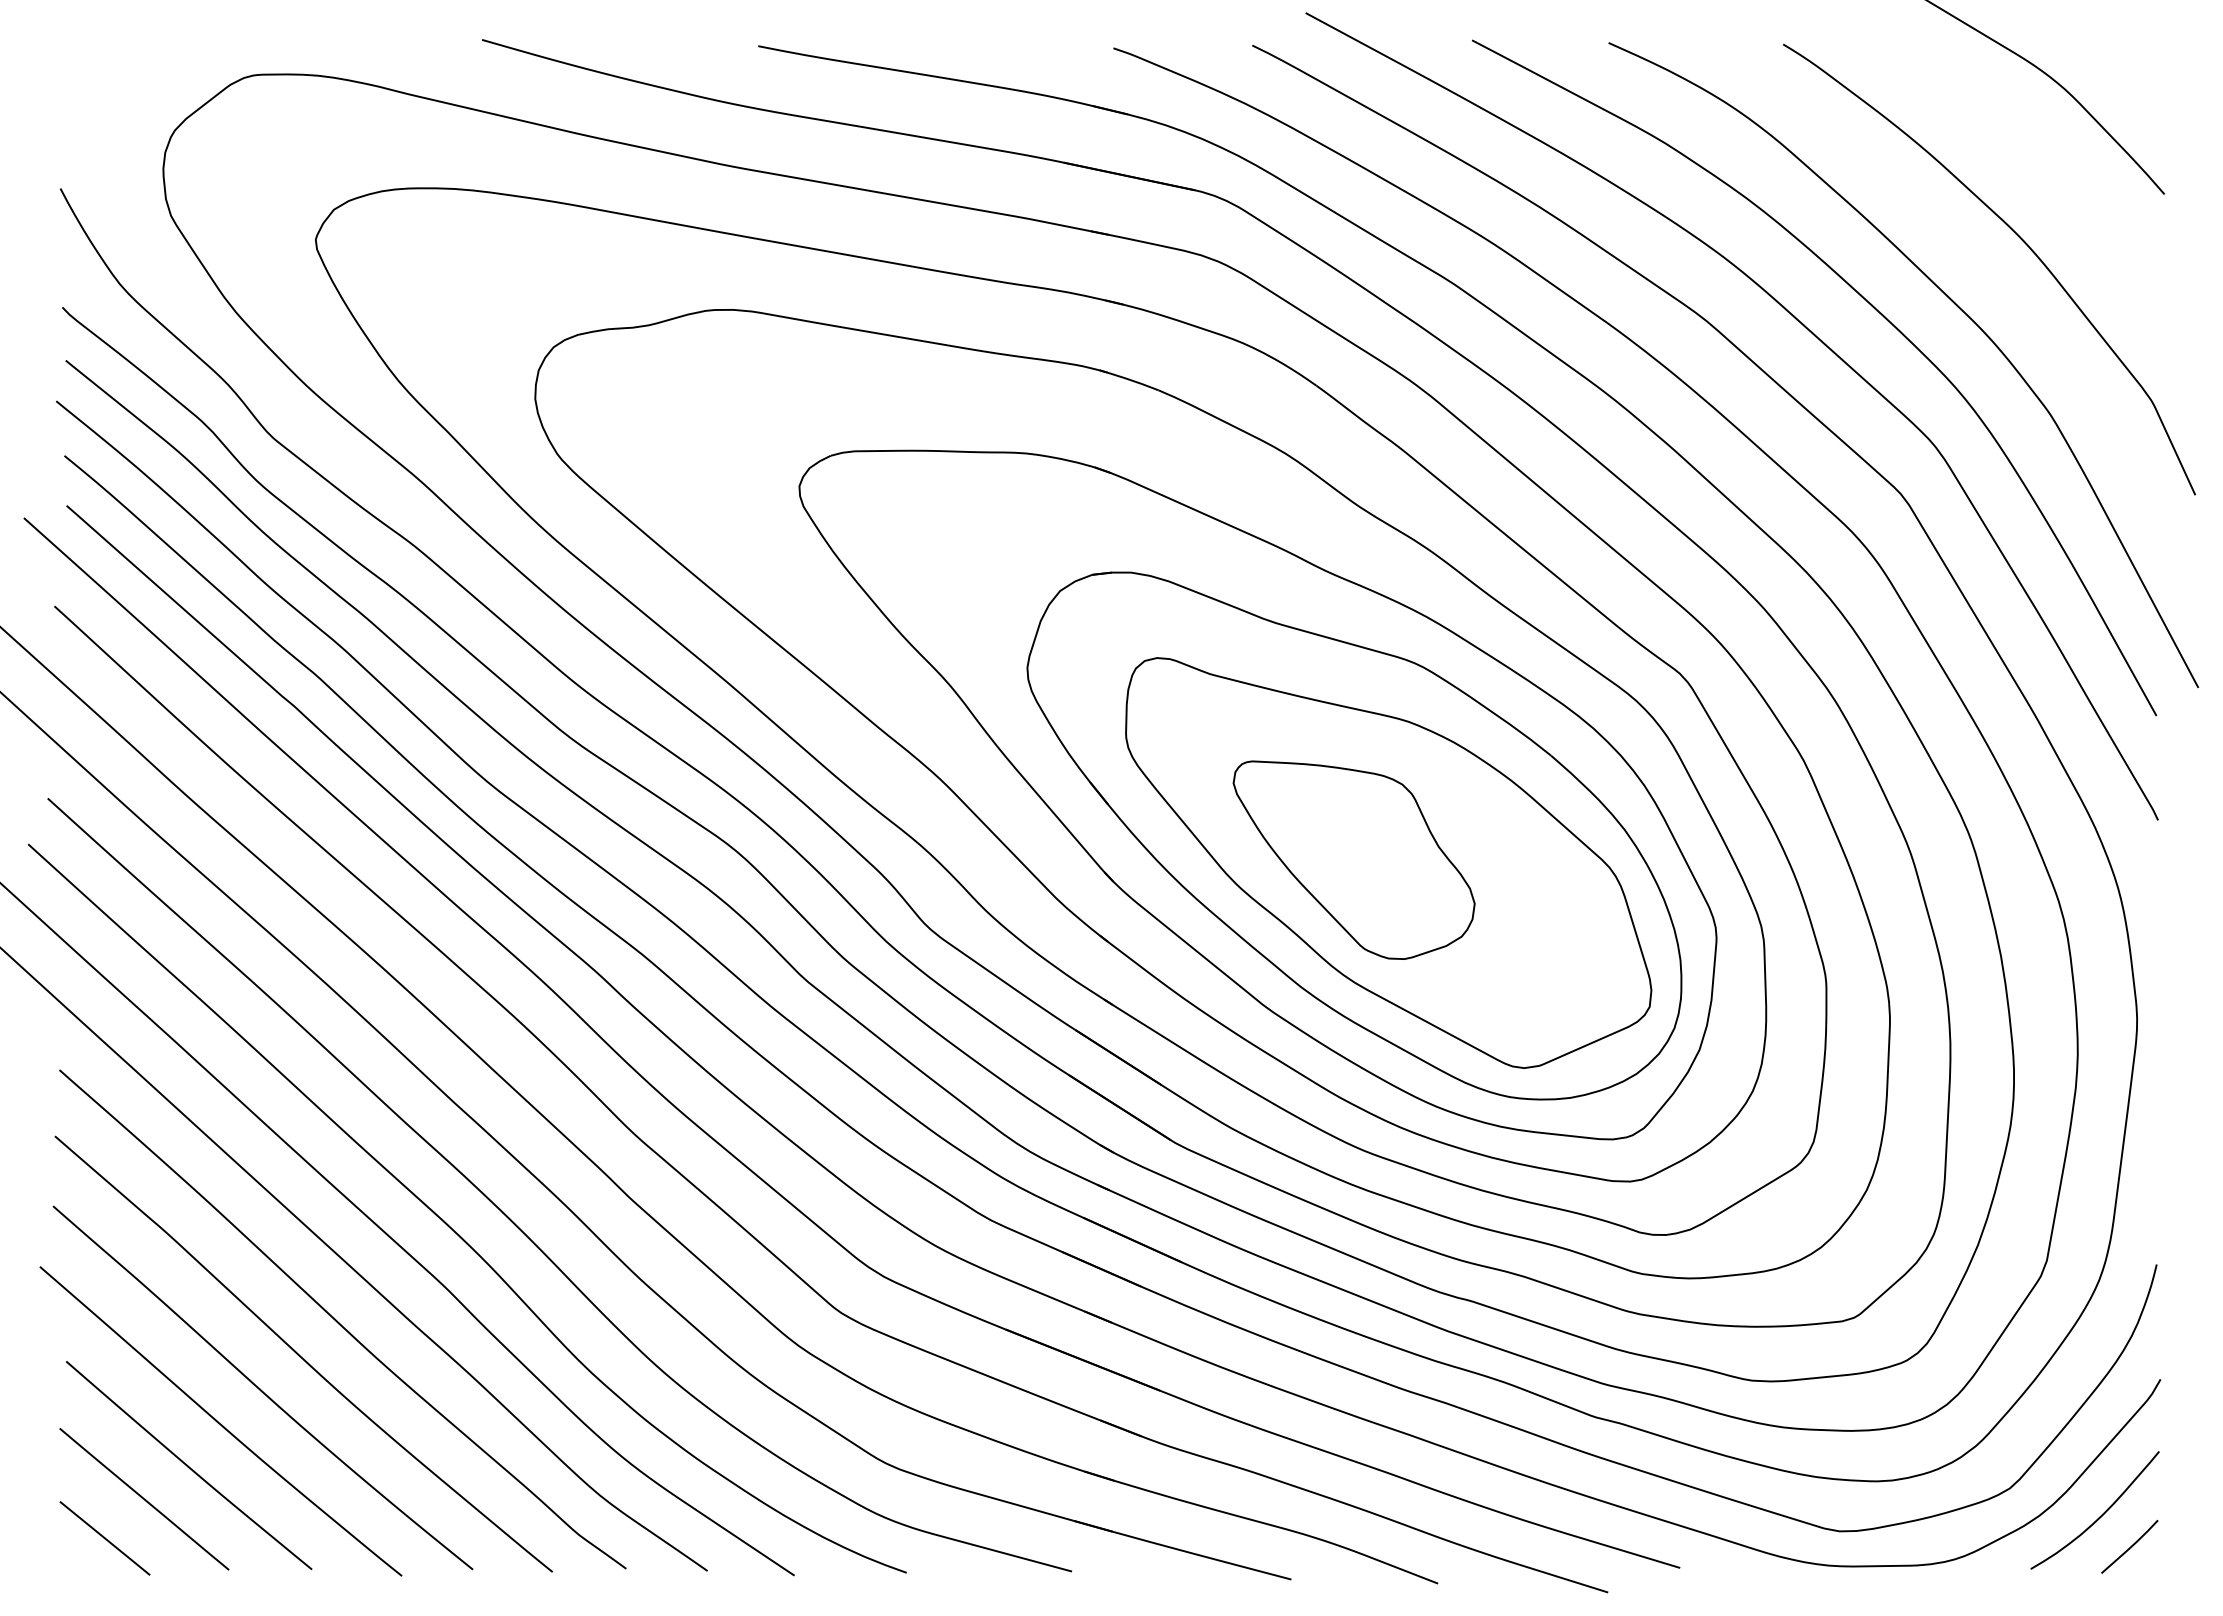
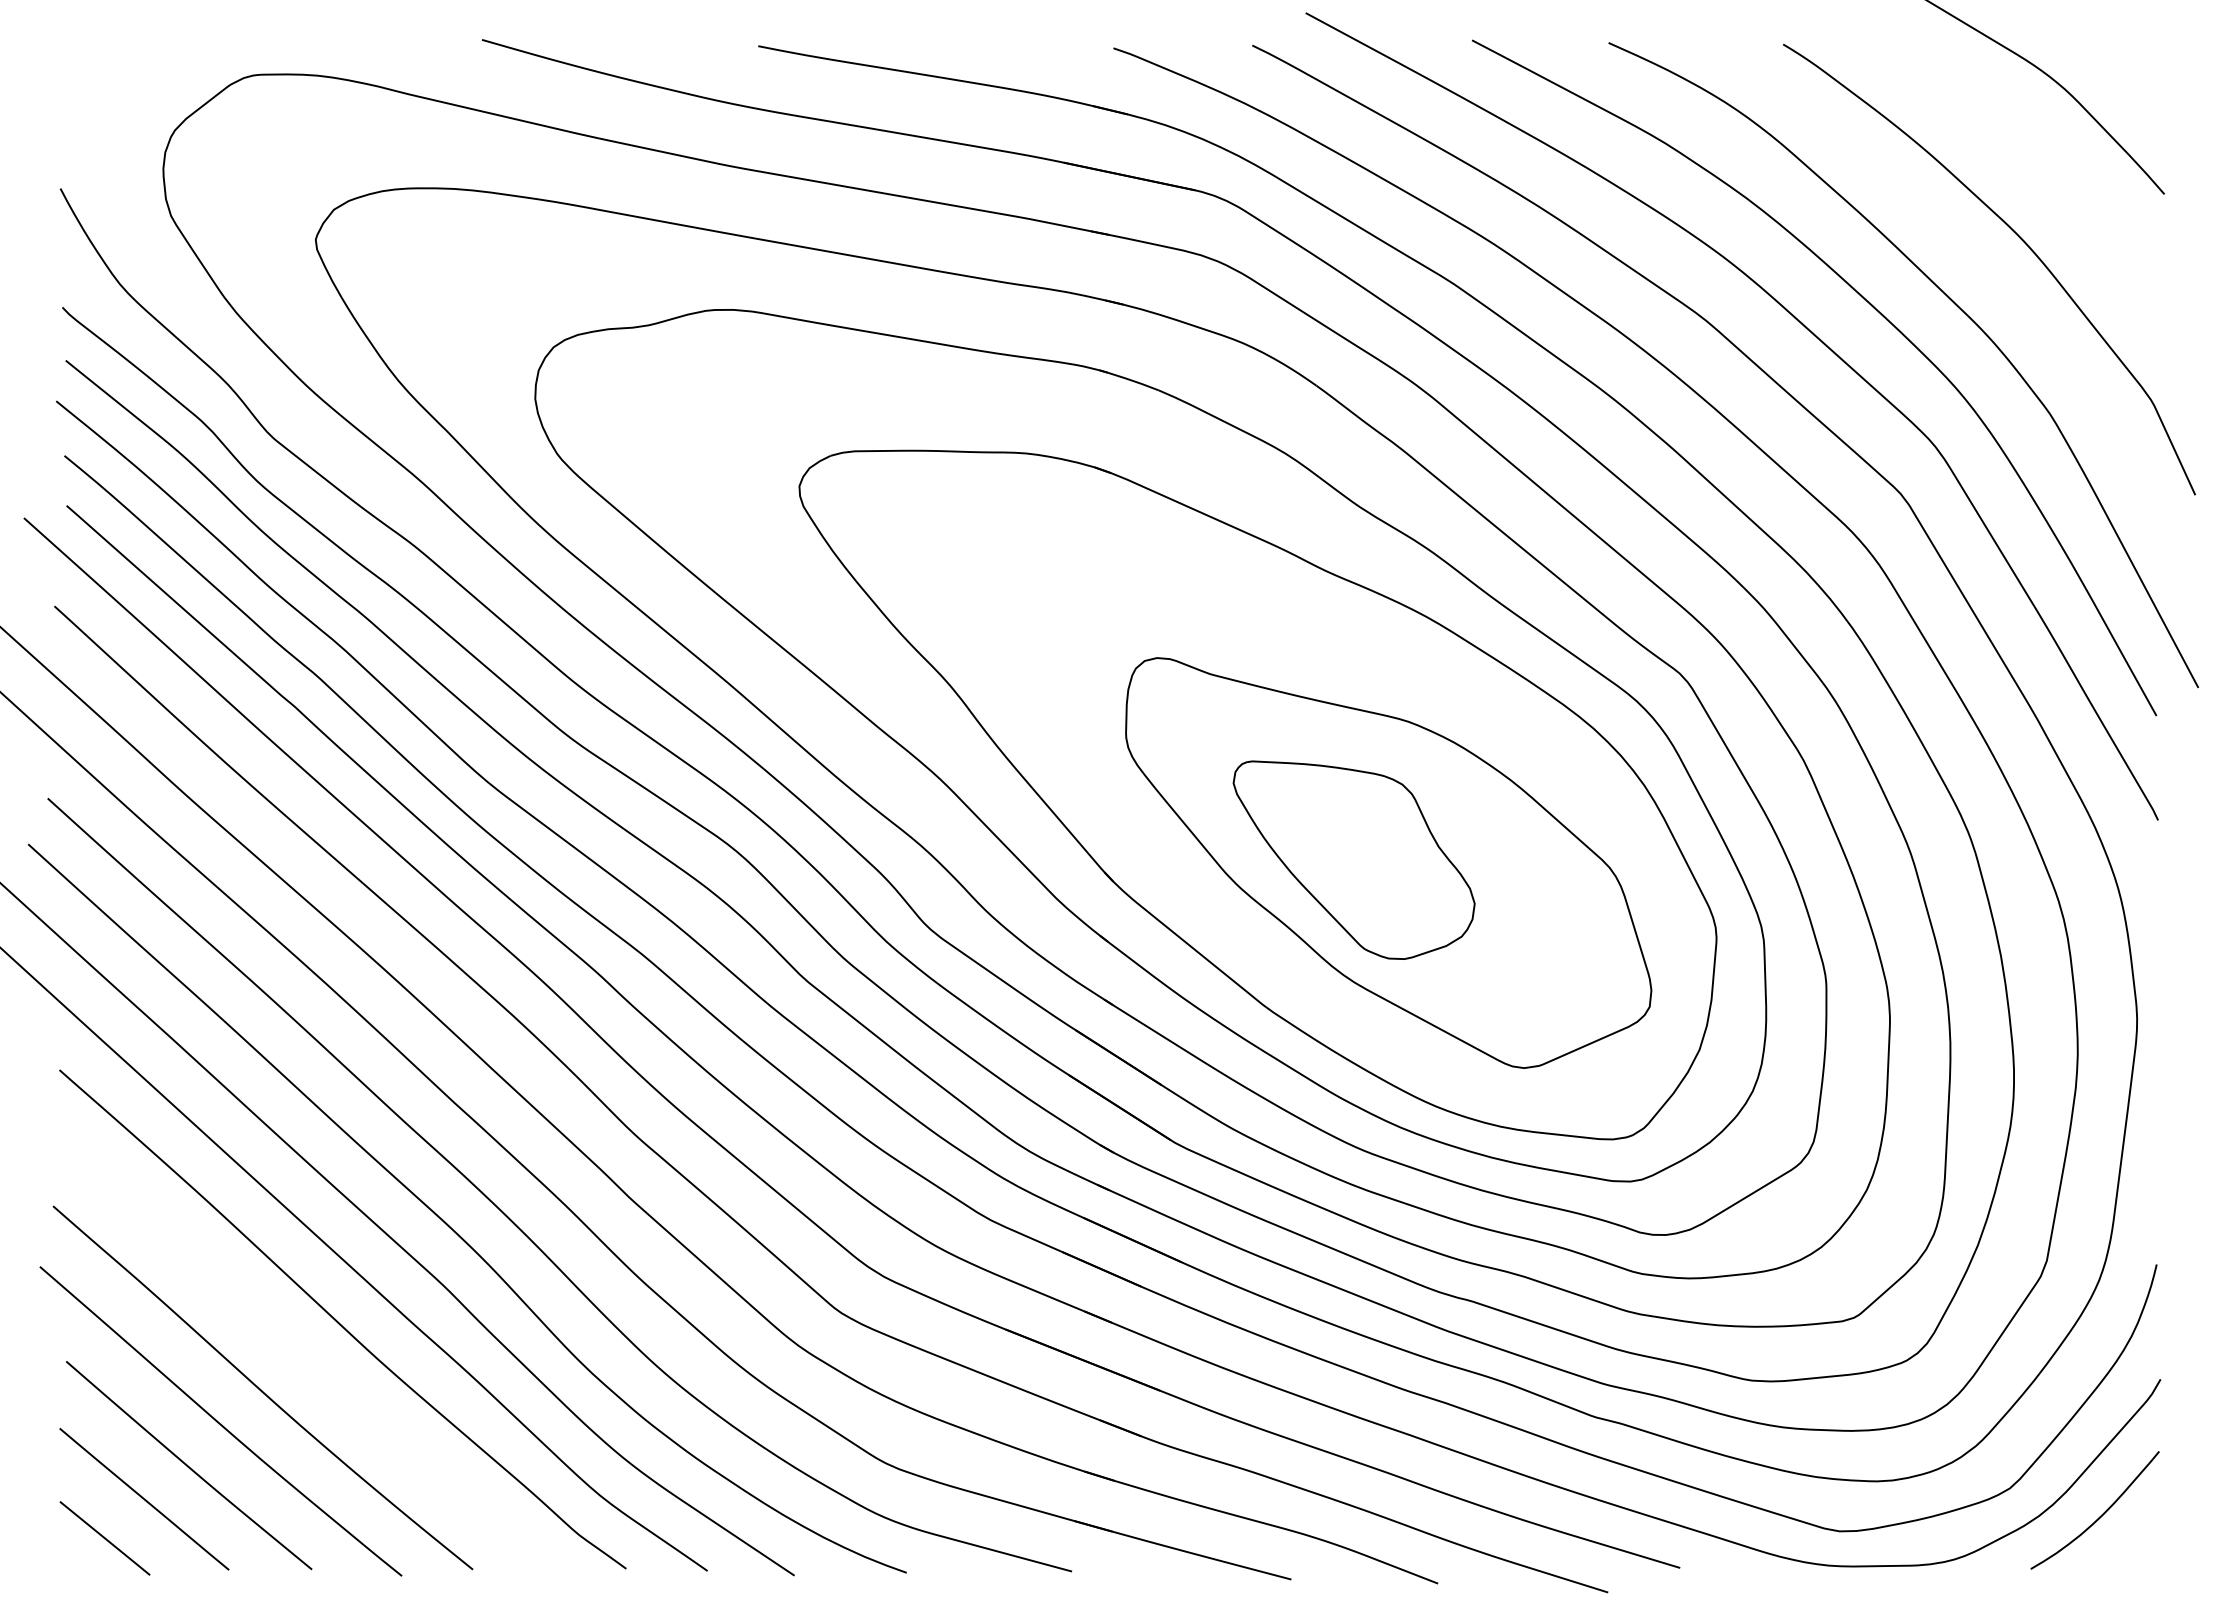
part at (1354, 835): present -> none
curve at (300, 1355): present -> none
line at (2130, 1546): present -> none
